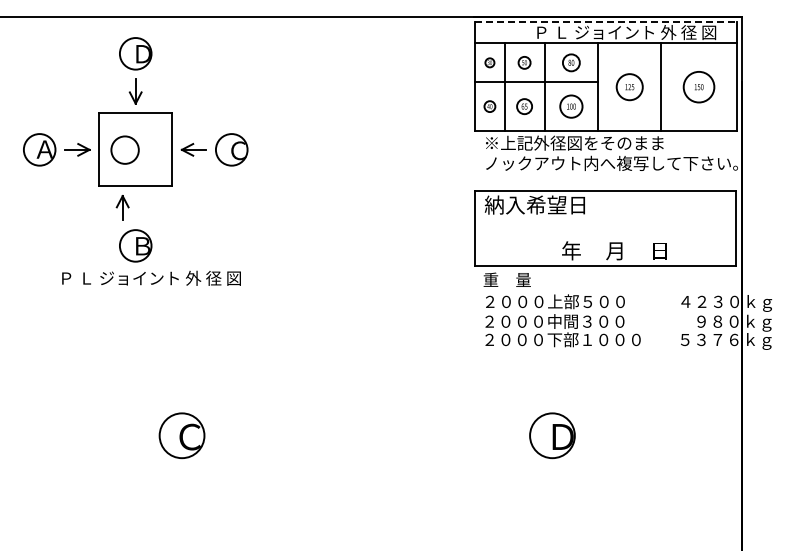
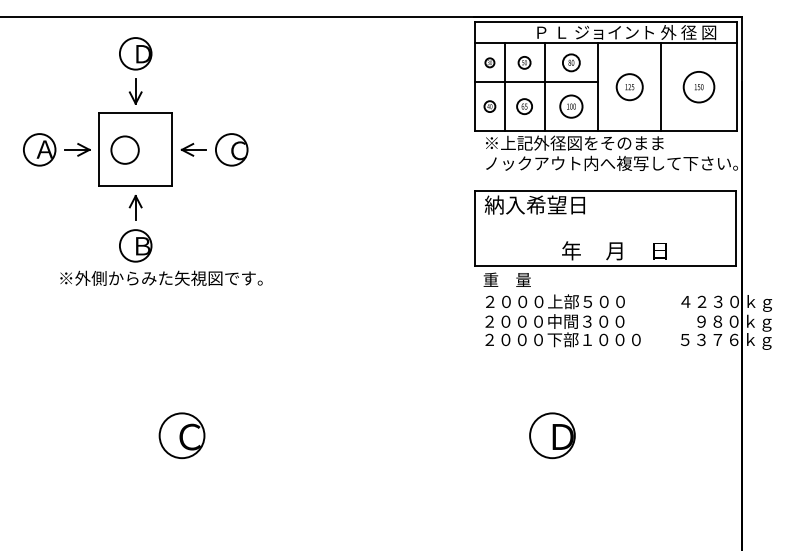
line at (606, 21): dashed -> solid
part at (122, 207) position: (122, 207) -> (135, 207)
text at (161, 277): Ｐ Ｌ ジョイント 外 径 図 -> ※外側からみた矢視図です。
